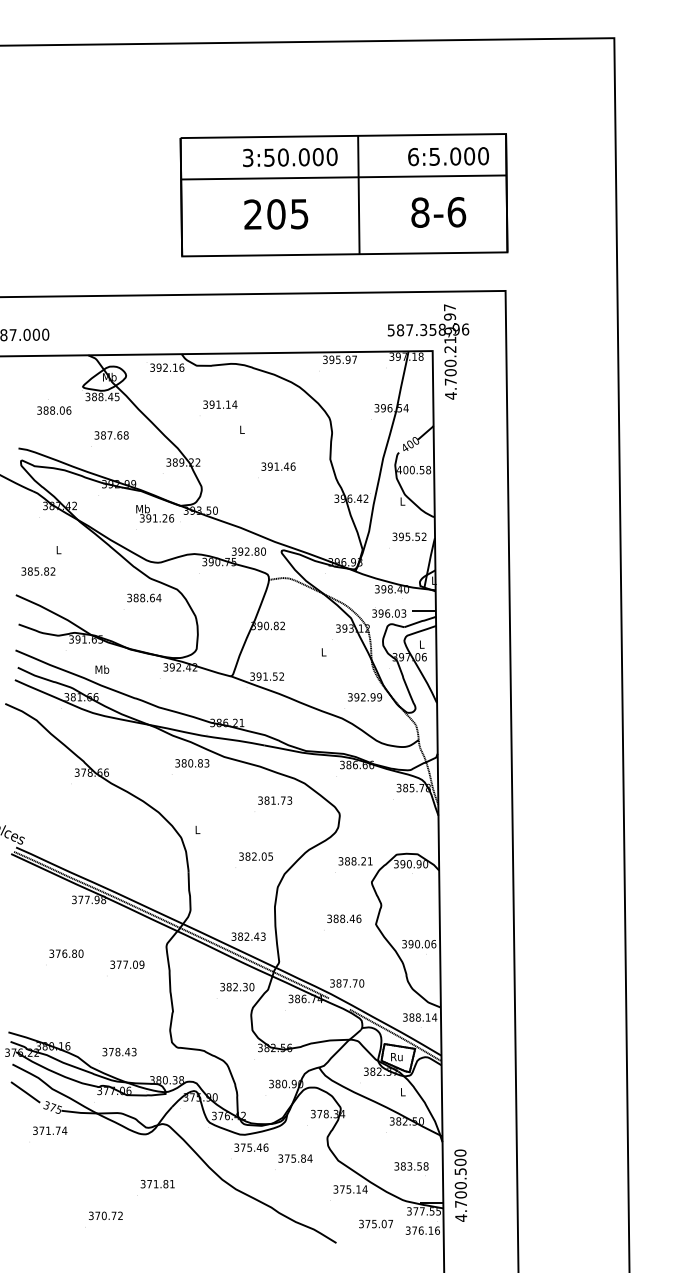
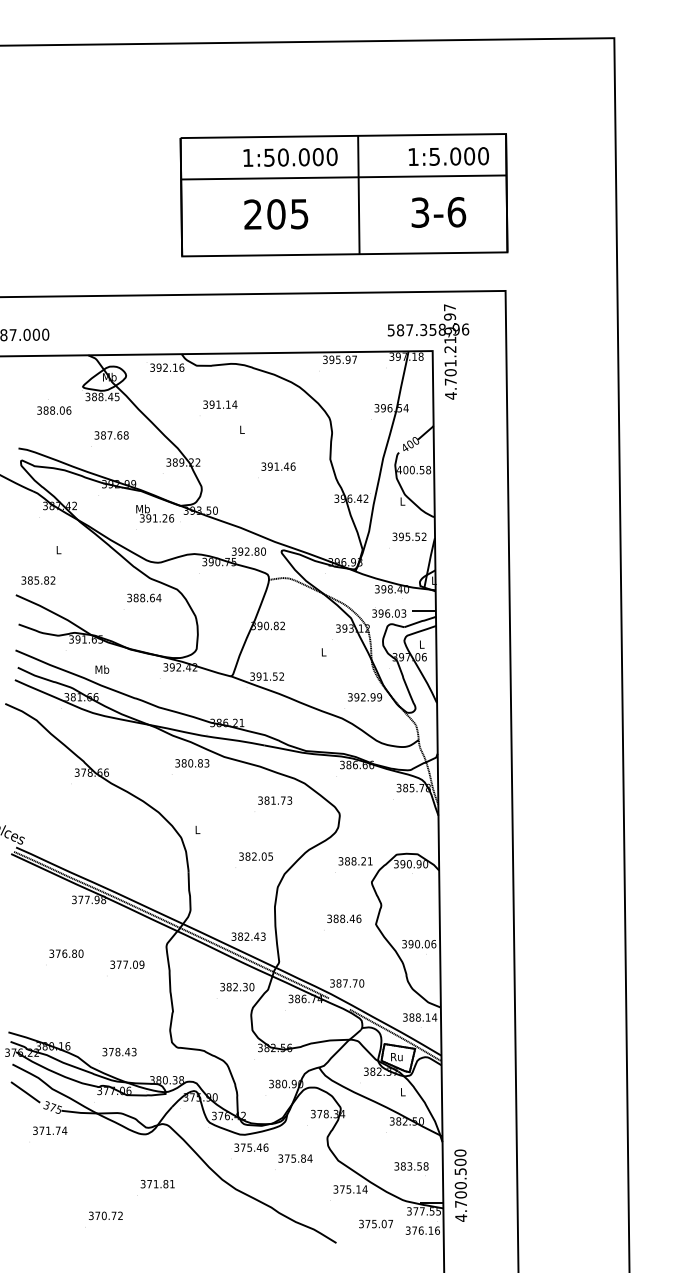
text at (413, 156): 6:5.000 -> 1:5.000
text at (248, 157): 3:50.000 -> 1:50.000
text at (420, 212): 8-6 -> 3-6
text at (450, 362): 4.700.219,97 -> 4.701.219,97
text at (38, 571) position: (38, 571) -> (38, 580)
